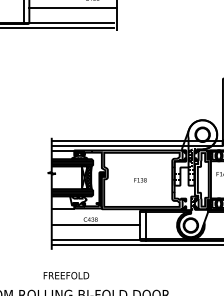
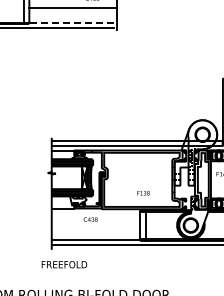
line at (71, 23): solid -> dashed
text at (140, 180) position: (140, 180) -> (143, 193)
line at (95, 225): present -> none
text at (66, 275) position: (66, 275) -> (64, 264)
